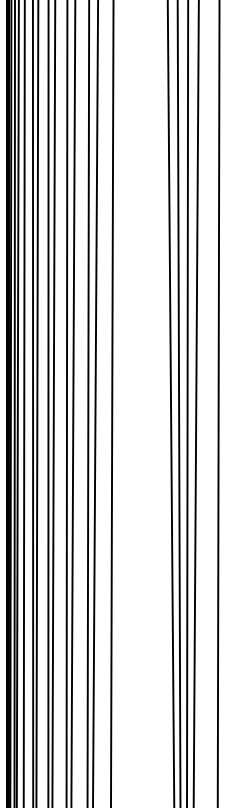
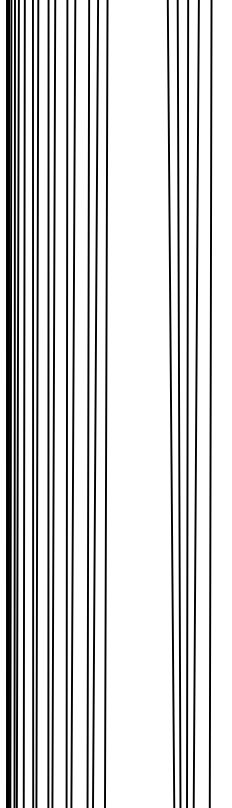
line at (112, 403) position: (112, 403) -> (106, 403)
line at (218, 403) position: (218, 403) -> (210, 403)
